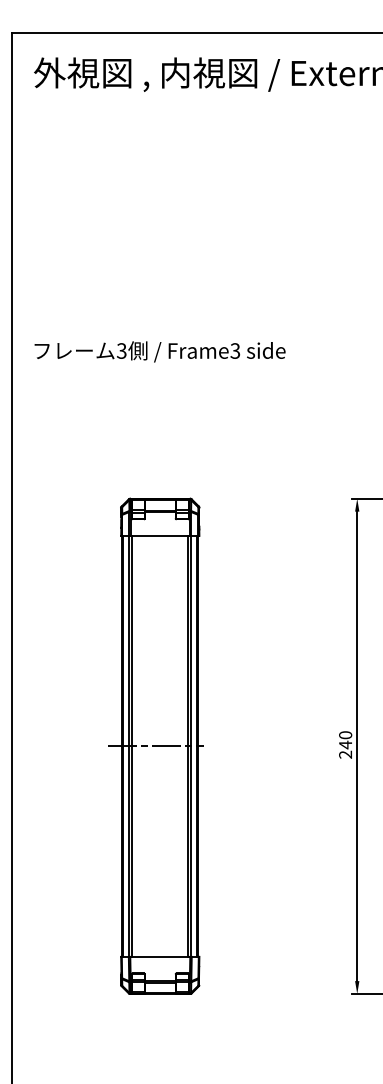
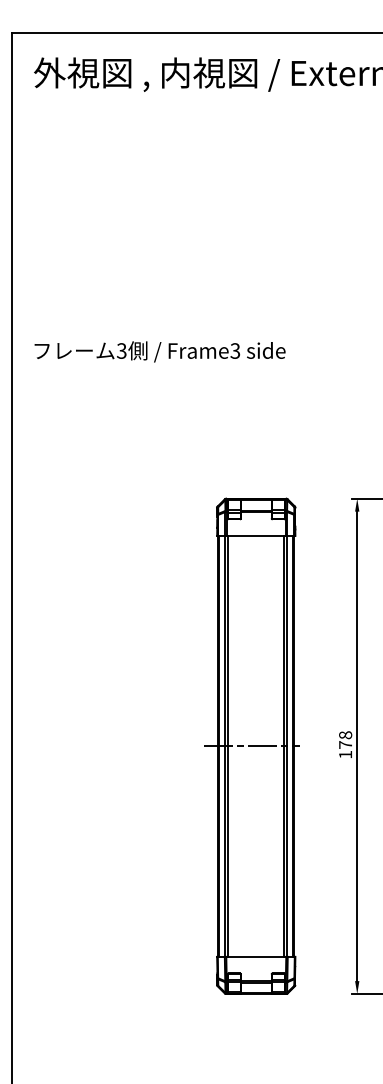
text at (345, 744): 240 -> 178
part at (155, 745) position: (155, 745) -> (251, 745)
